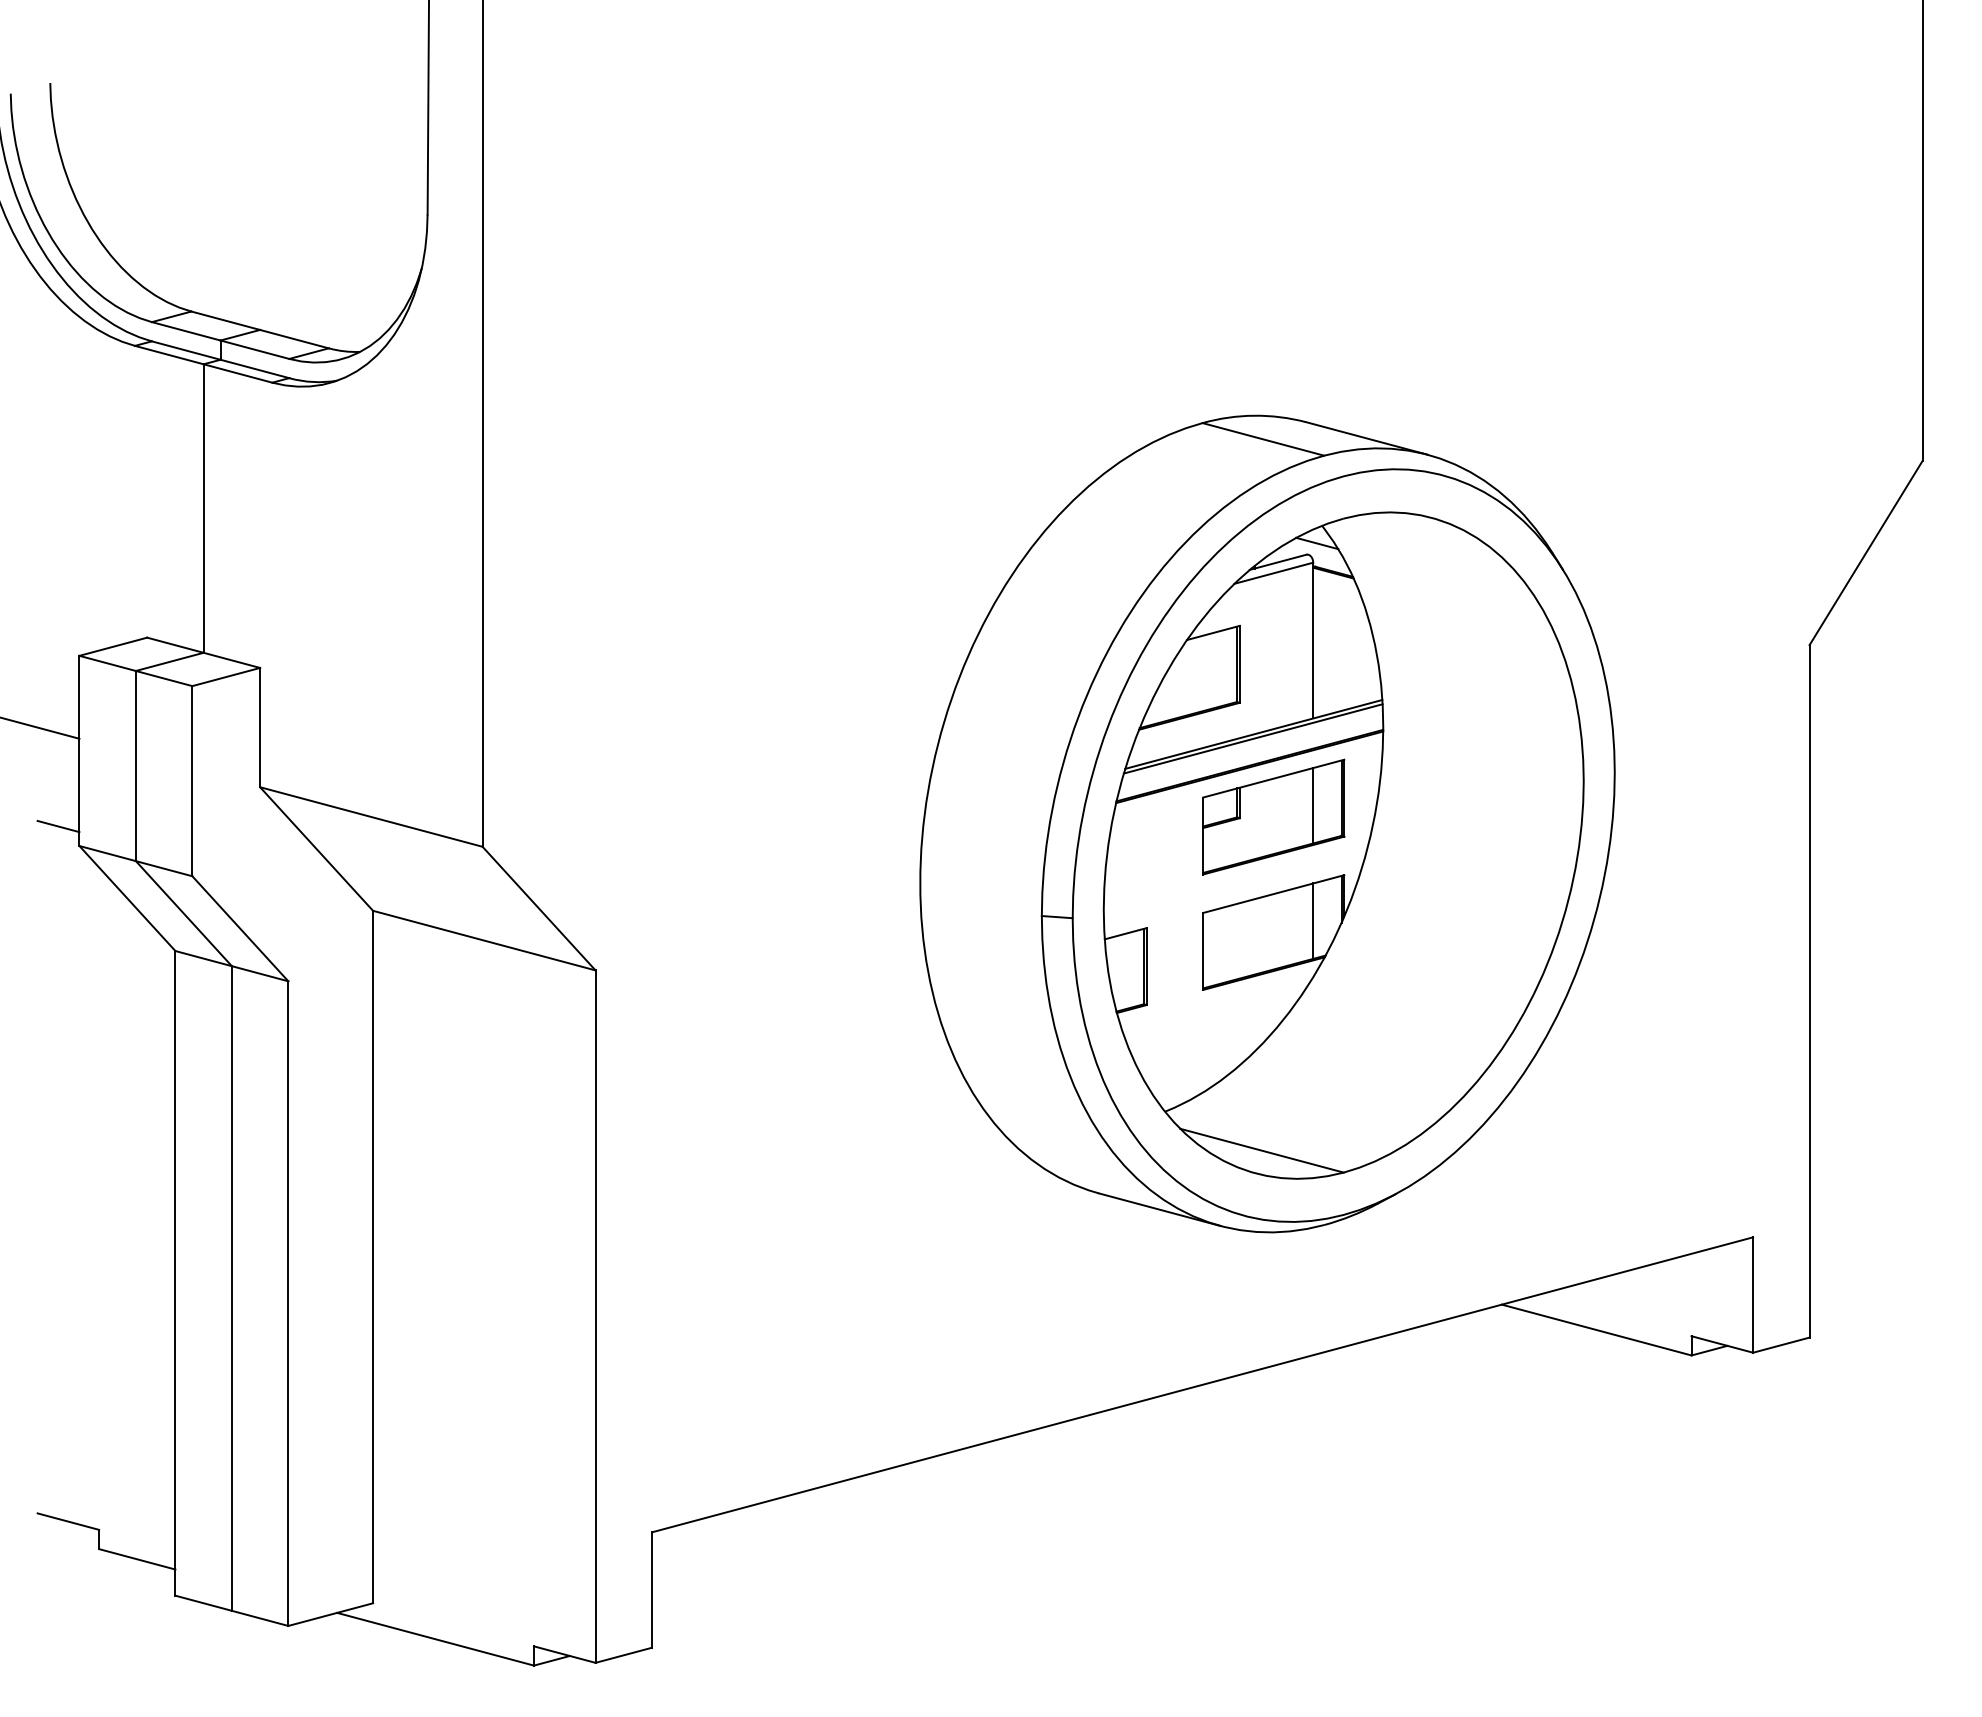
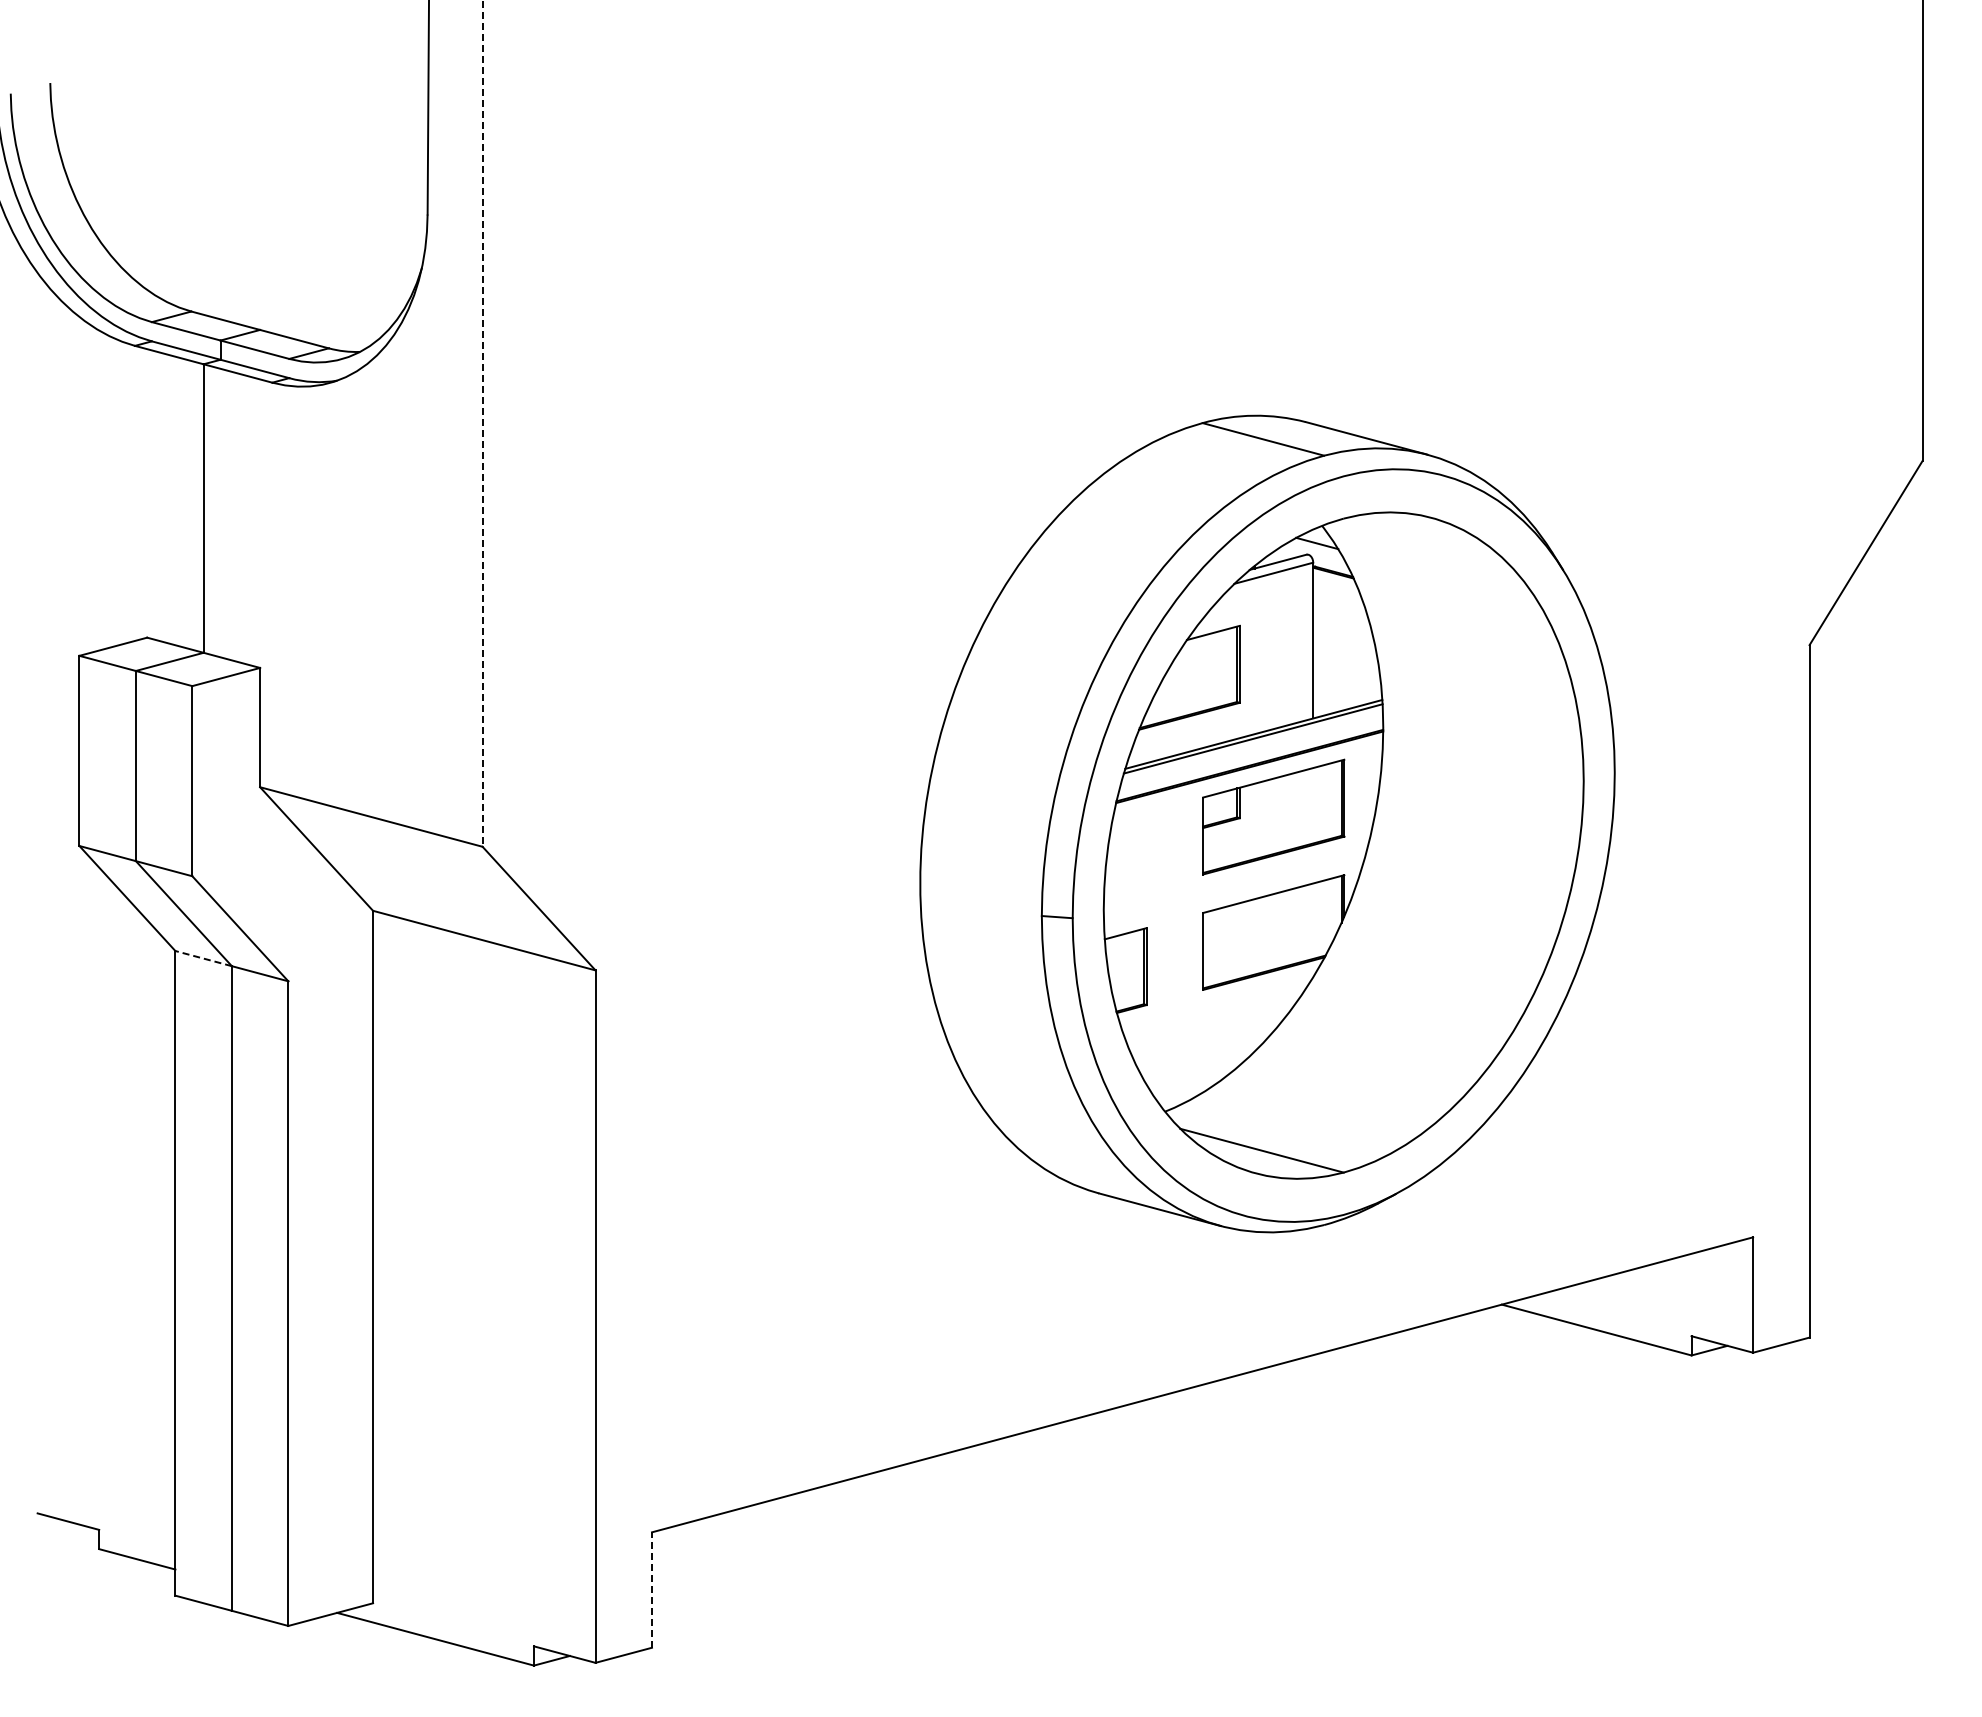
line at (482, 423): solid -> dashed
line at (40, 728): present -> none
line at (1313, 805): present -> none
line at (58, 826): present -> none
line at (1313, 920): present -> none
line at (203, 958): solid -> dashed
line at (652, 1590): solid -> dashed
